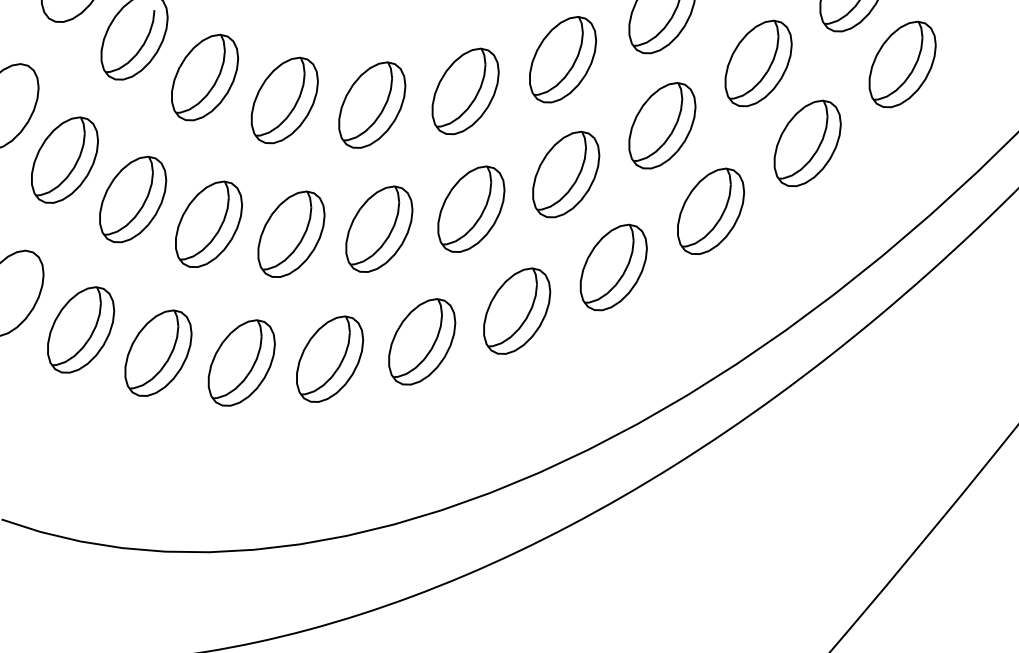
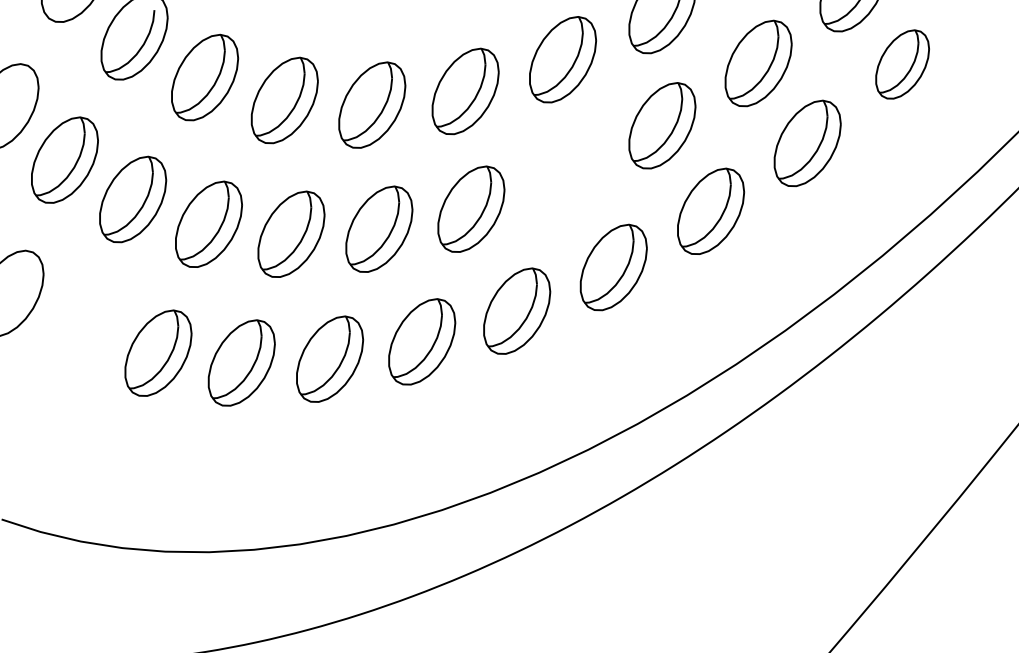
part at (902, 64) size: 69x89 px -> 55x71 px
part at (566, 174): present -> none
part at (81, 329): present -> none
